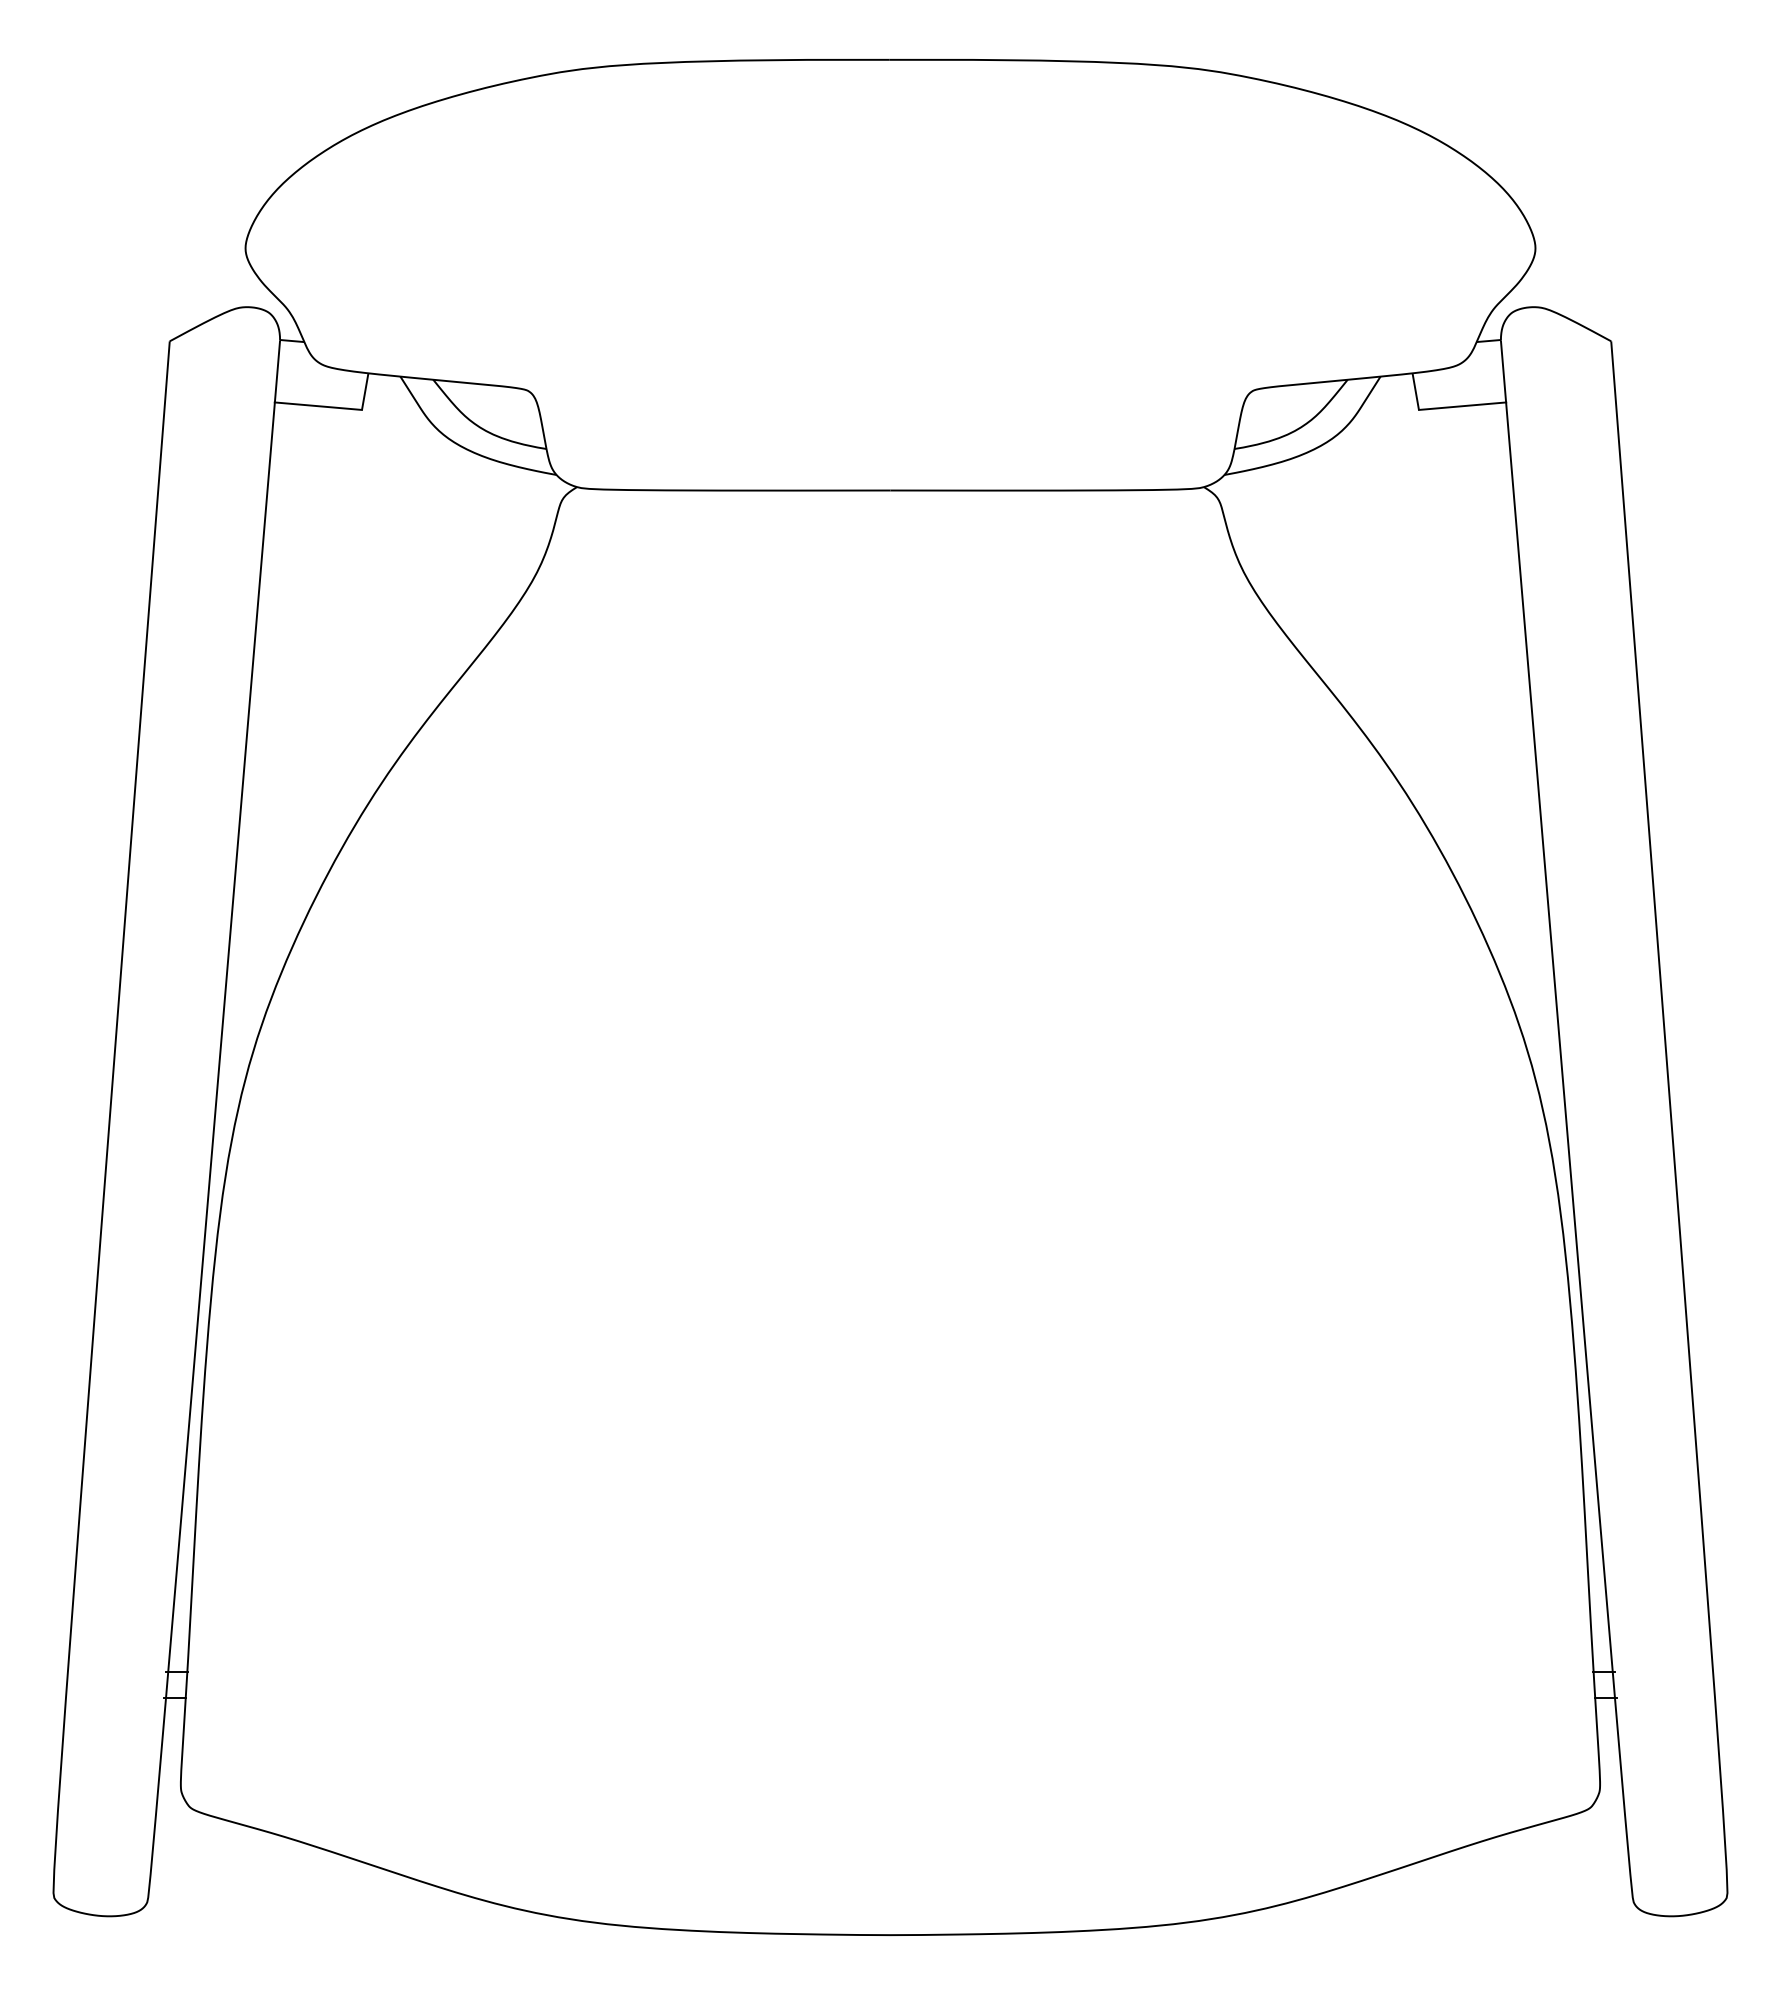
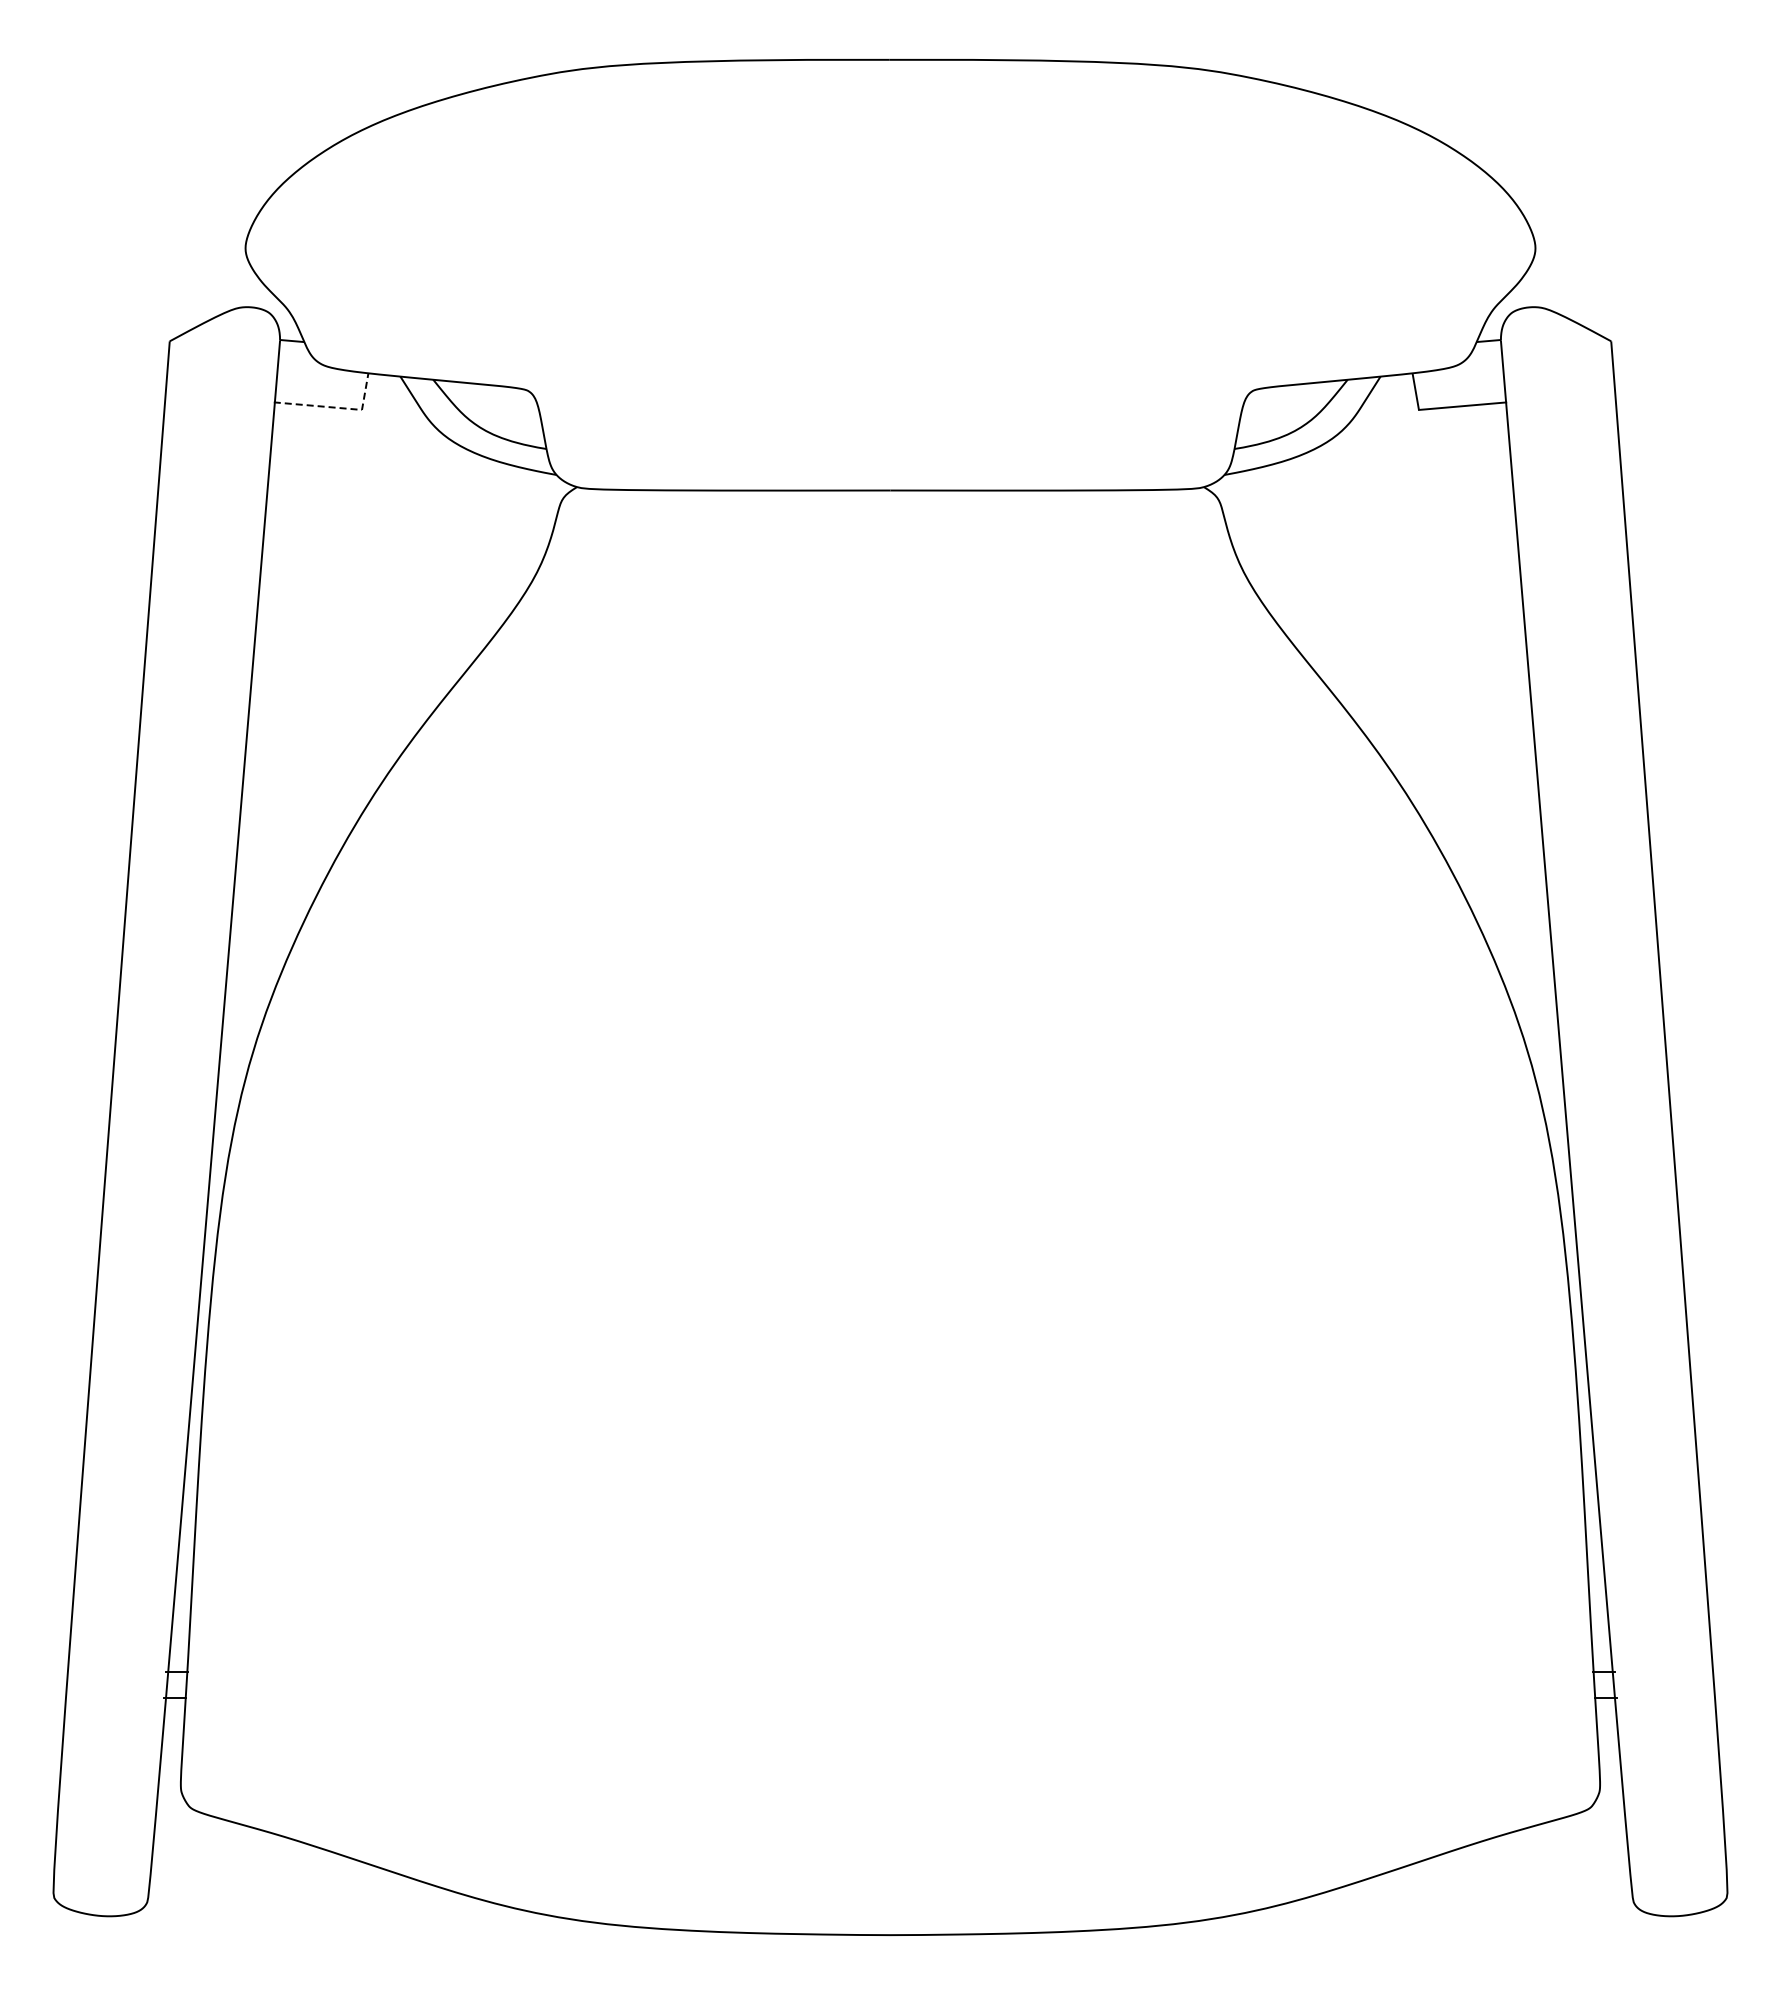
line at (337, 407): solid -> dashed
